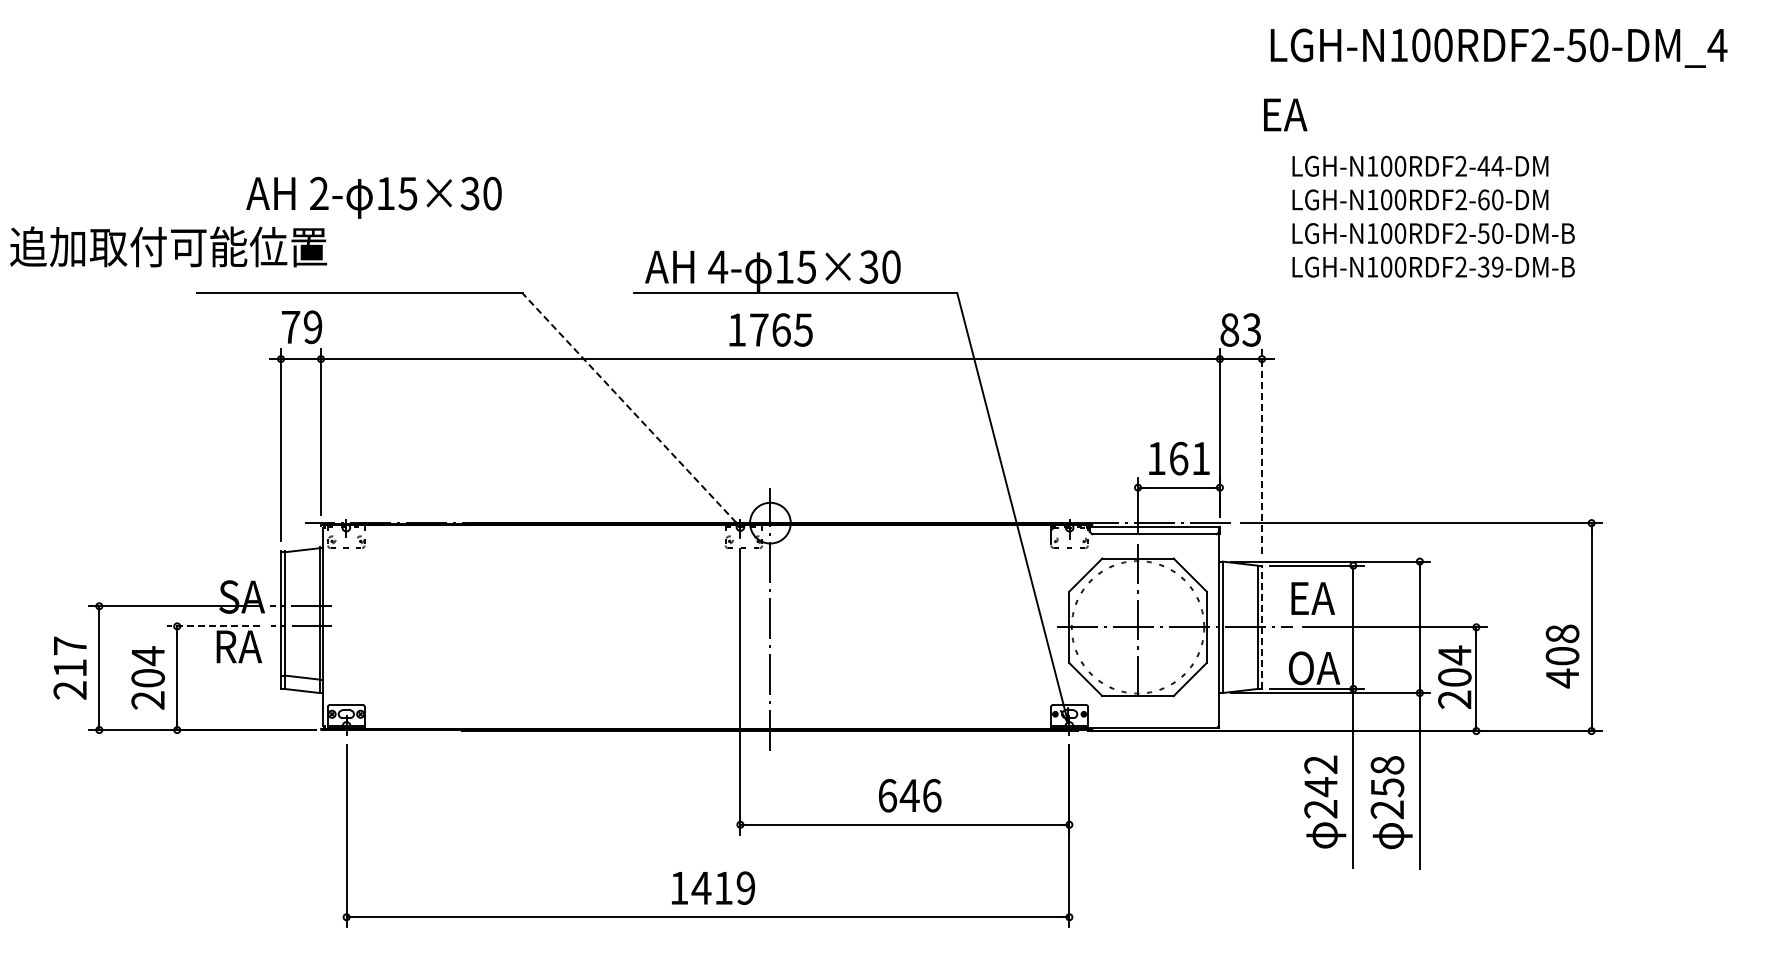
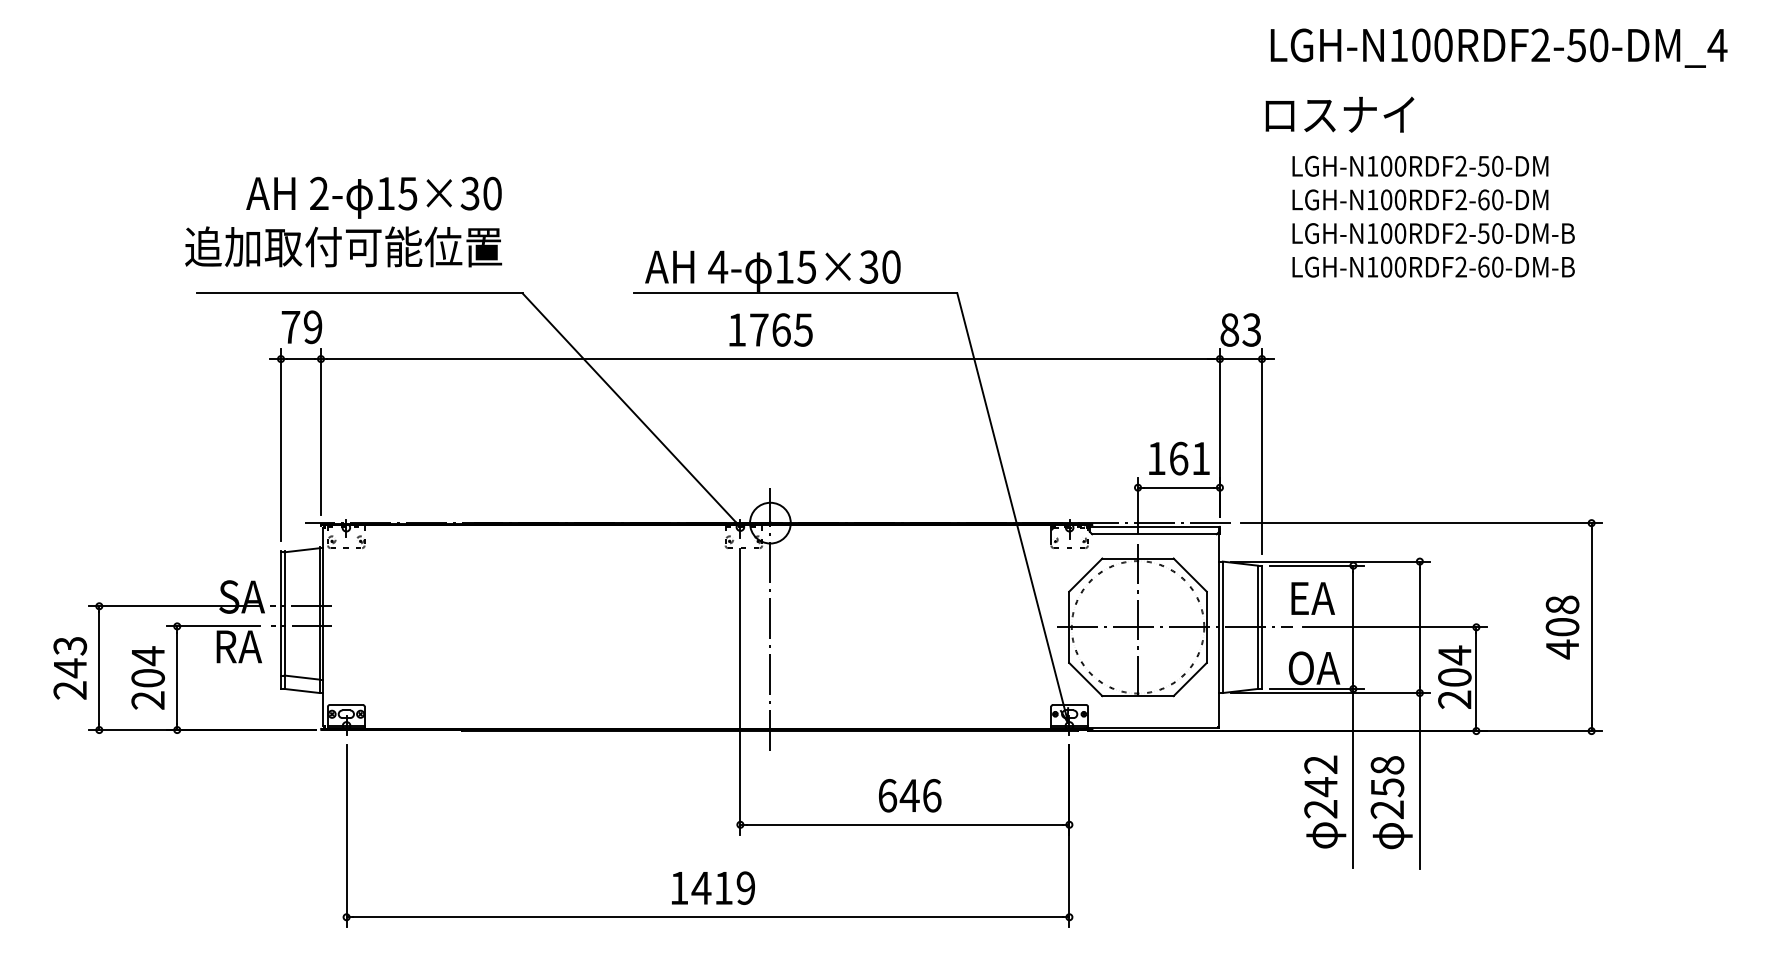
text at (1339, 114): EA -> ロスナイ
text at (1490, 165): LGH-N100RDF2-44-DM -> LGH-N100RDF2-50-DM
text at (168, 246) position: (168, 246) -> (343, 246)
text at (1490, 266): LGH-N100RDF2-39-DM-B -> LGH-N100RDF2-60-DM-B
line at (629, 408): dashed -> solid
line at (1262, 451): dashed -> solid
line at (213, 626): dashed -> solid
line at (1262, 627): dashed -> solid
text at (1562, 656) position: (1562, 656) -> (1562, 627)
text at (70, 657): 217 -> 243
